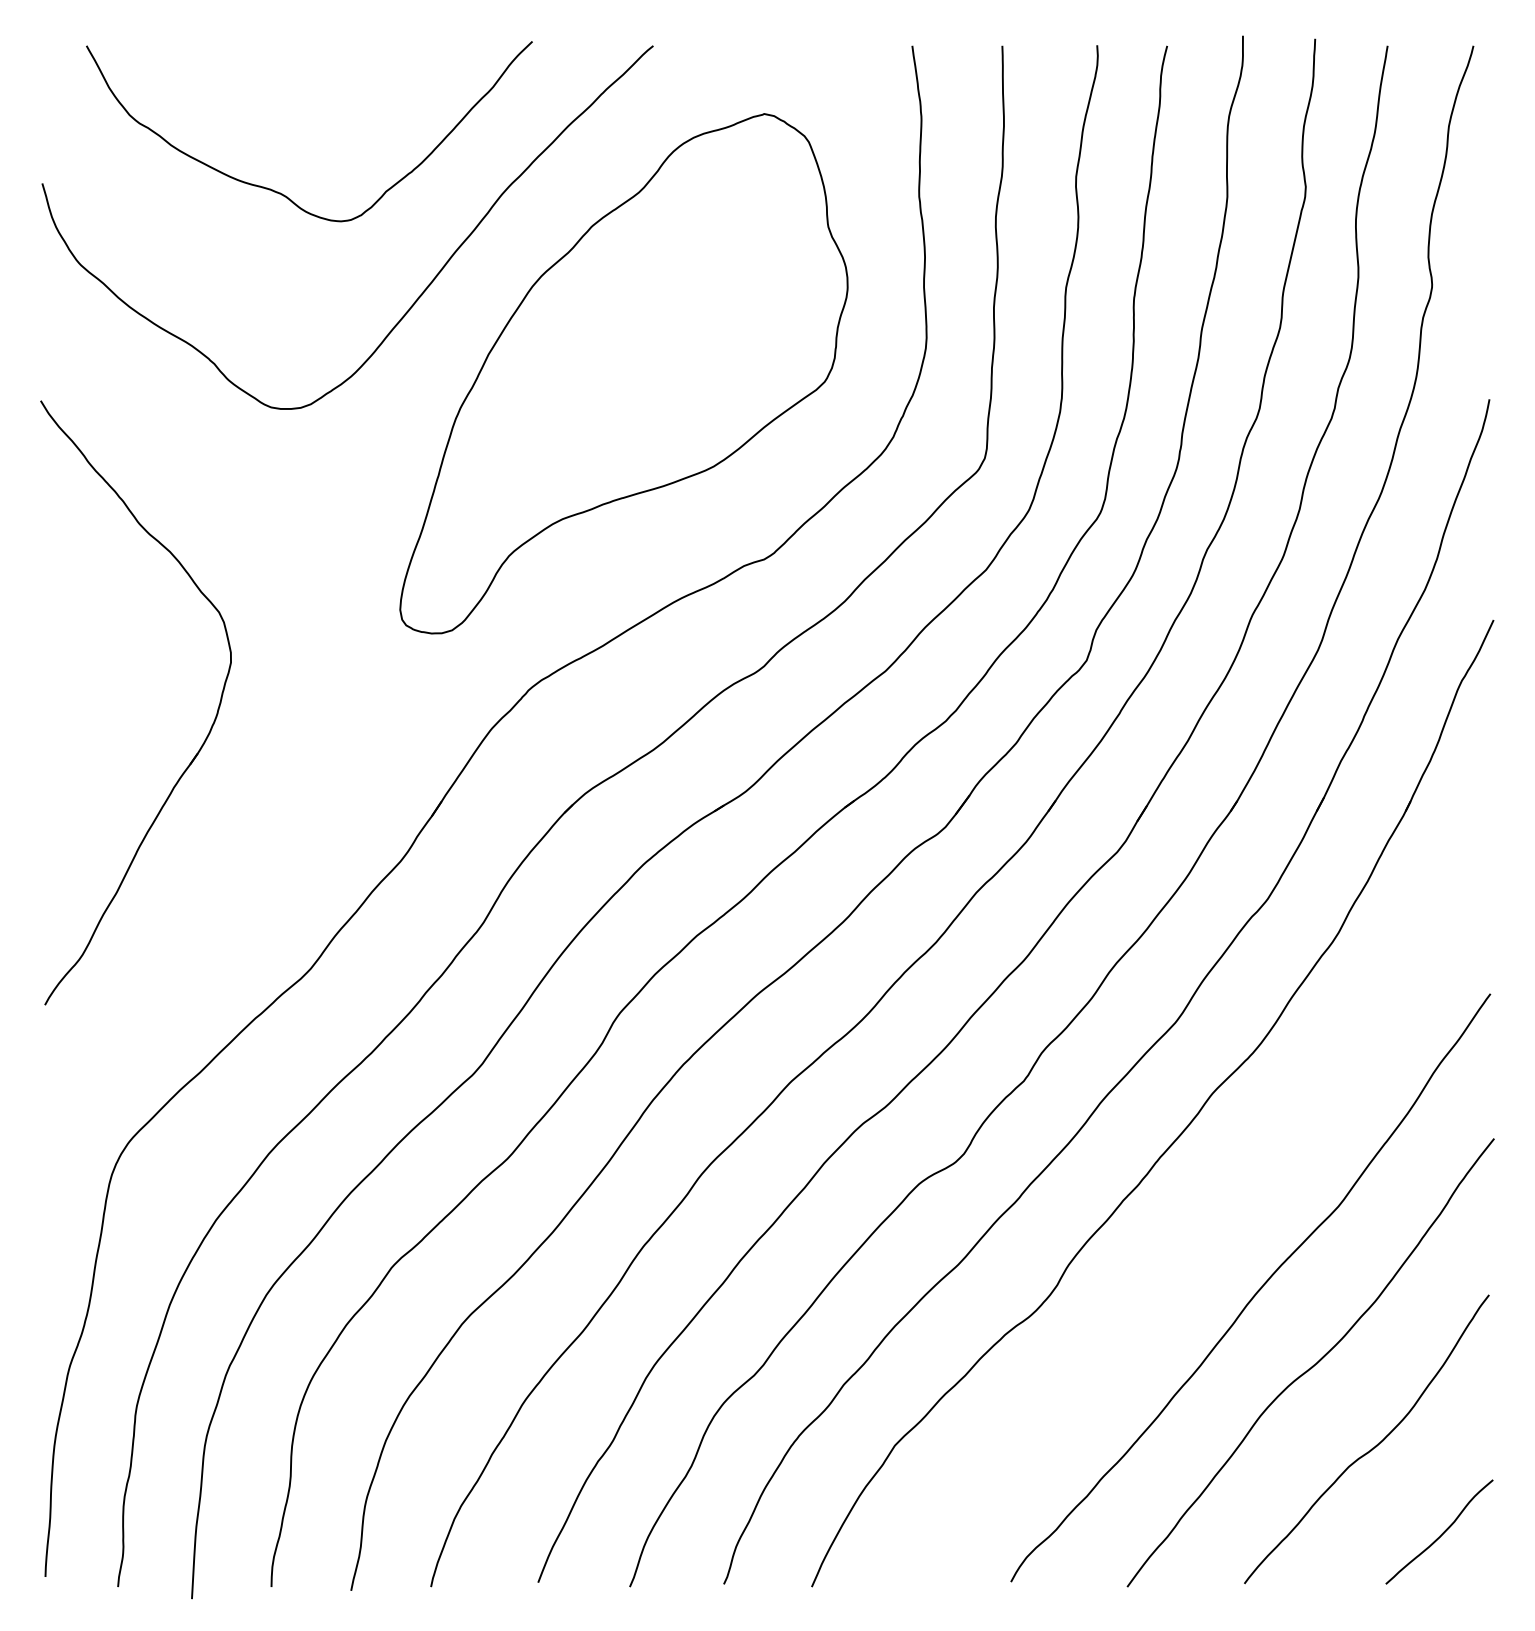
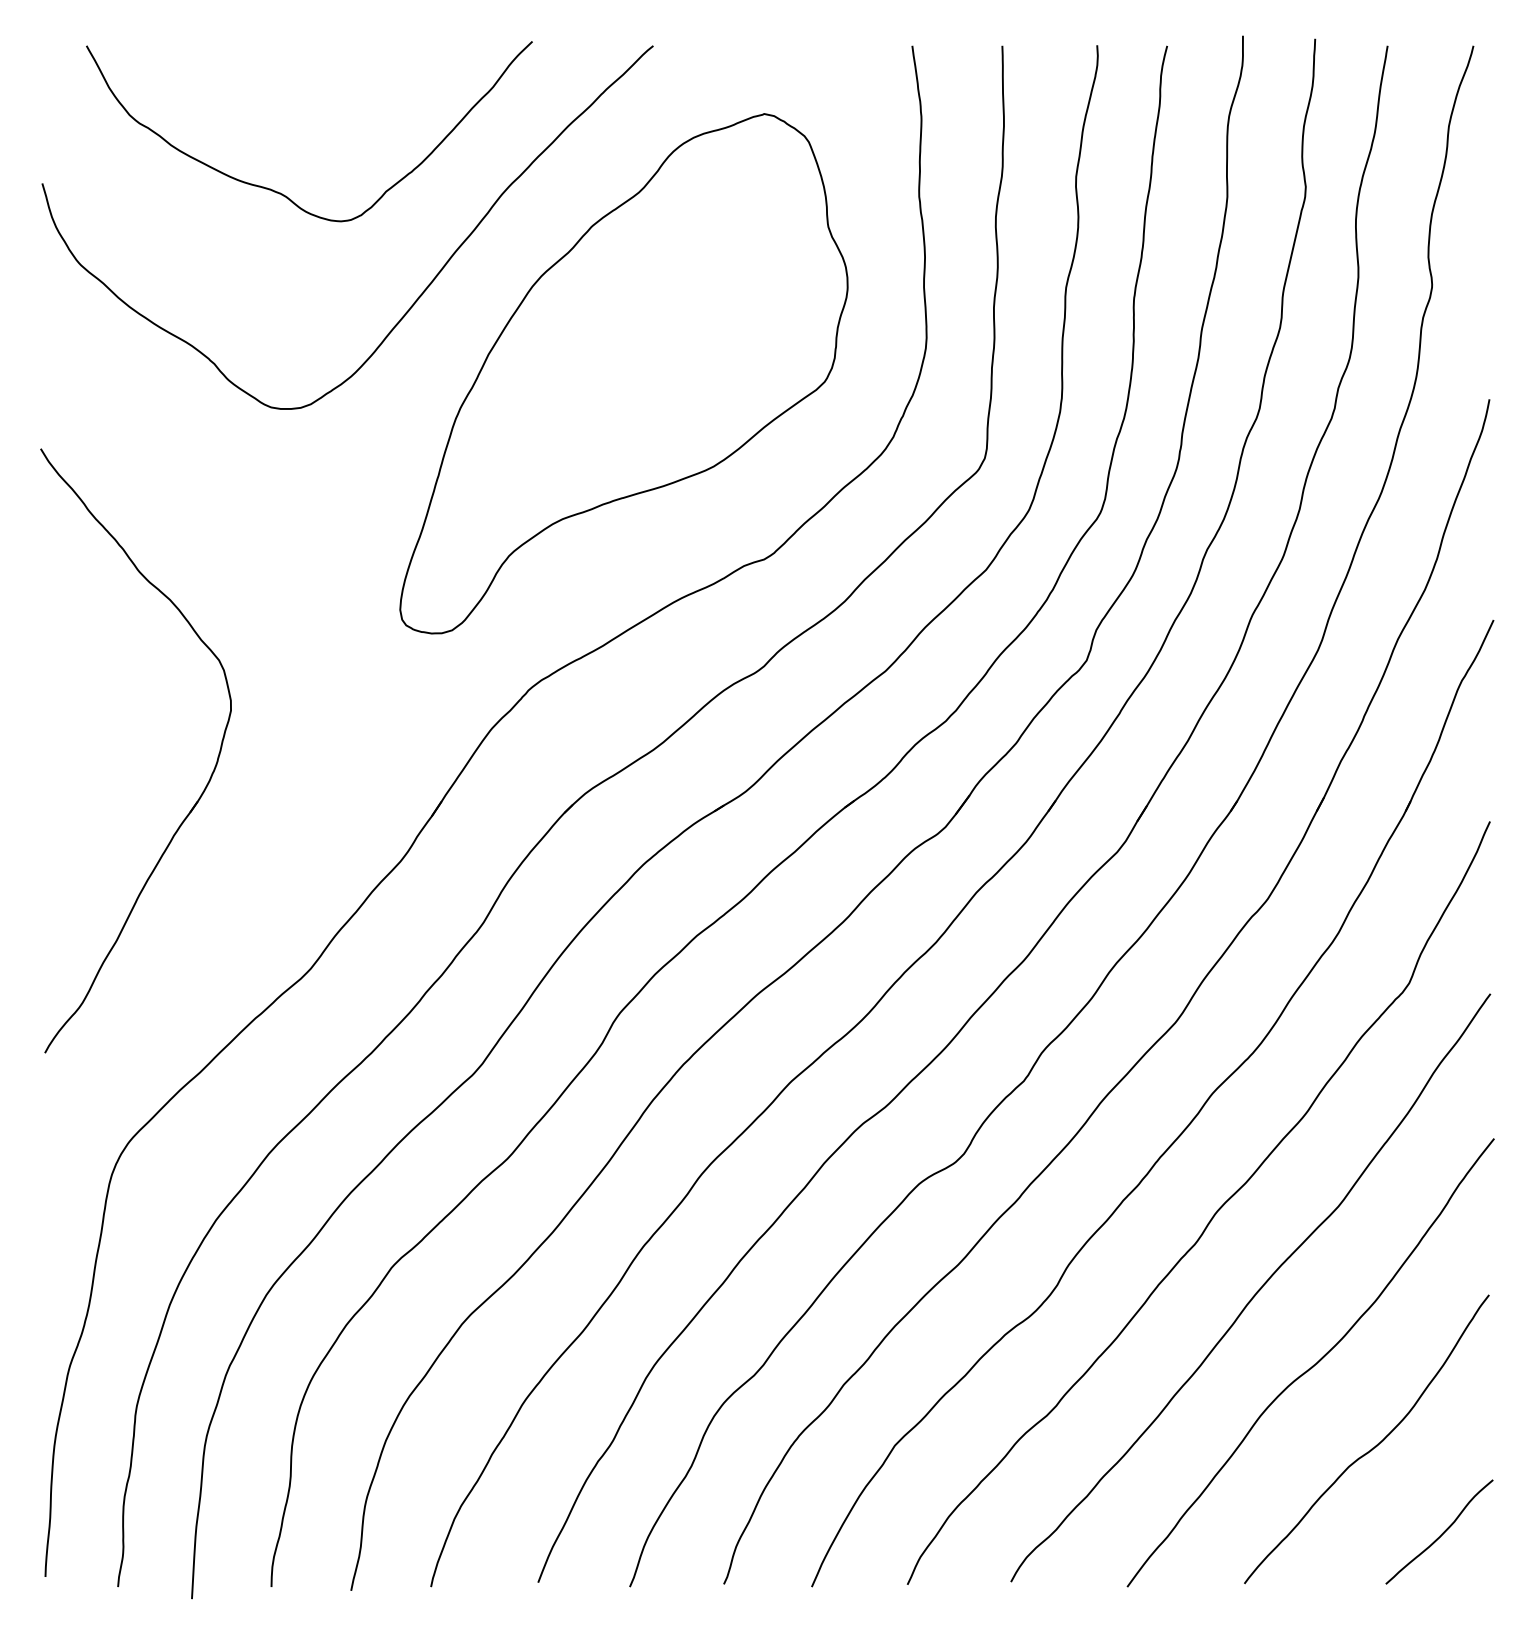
part at (202, 743) position: (202, 743) -> (202, 791)
curve at (1213, 1214): none -> present
